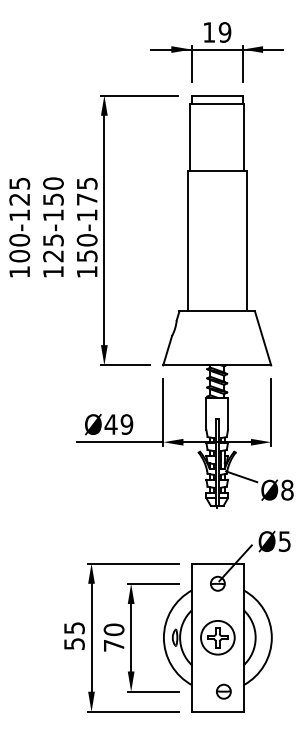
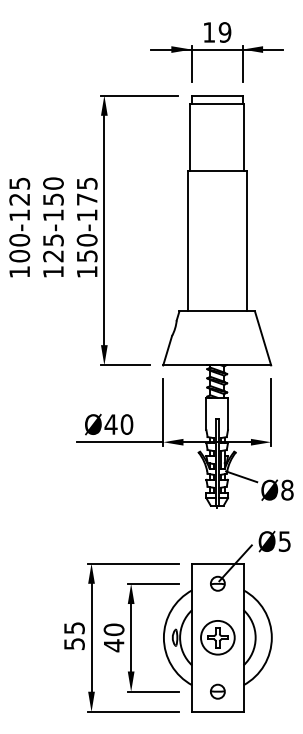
text at (126, 424): Ø49 -> Ø40
text at (114, 645): 70 -> 40
part at (223, 691) position: (223, 691) -> (217, 691)
